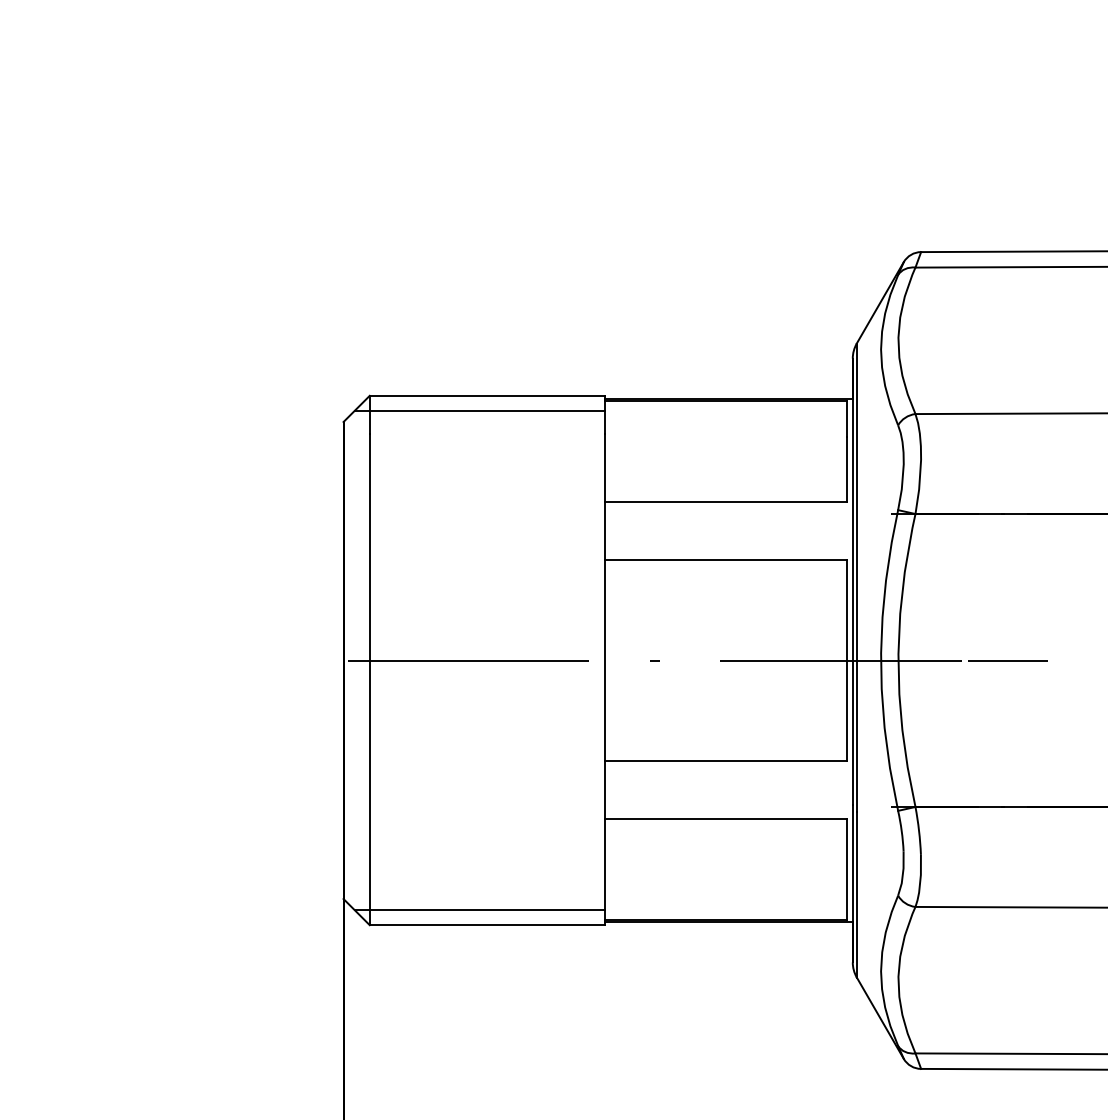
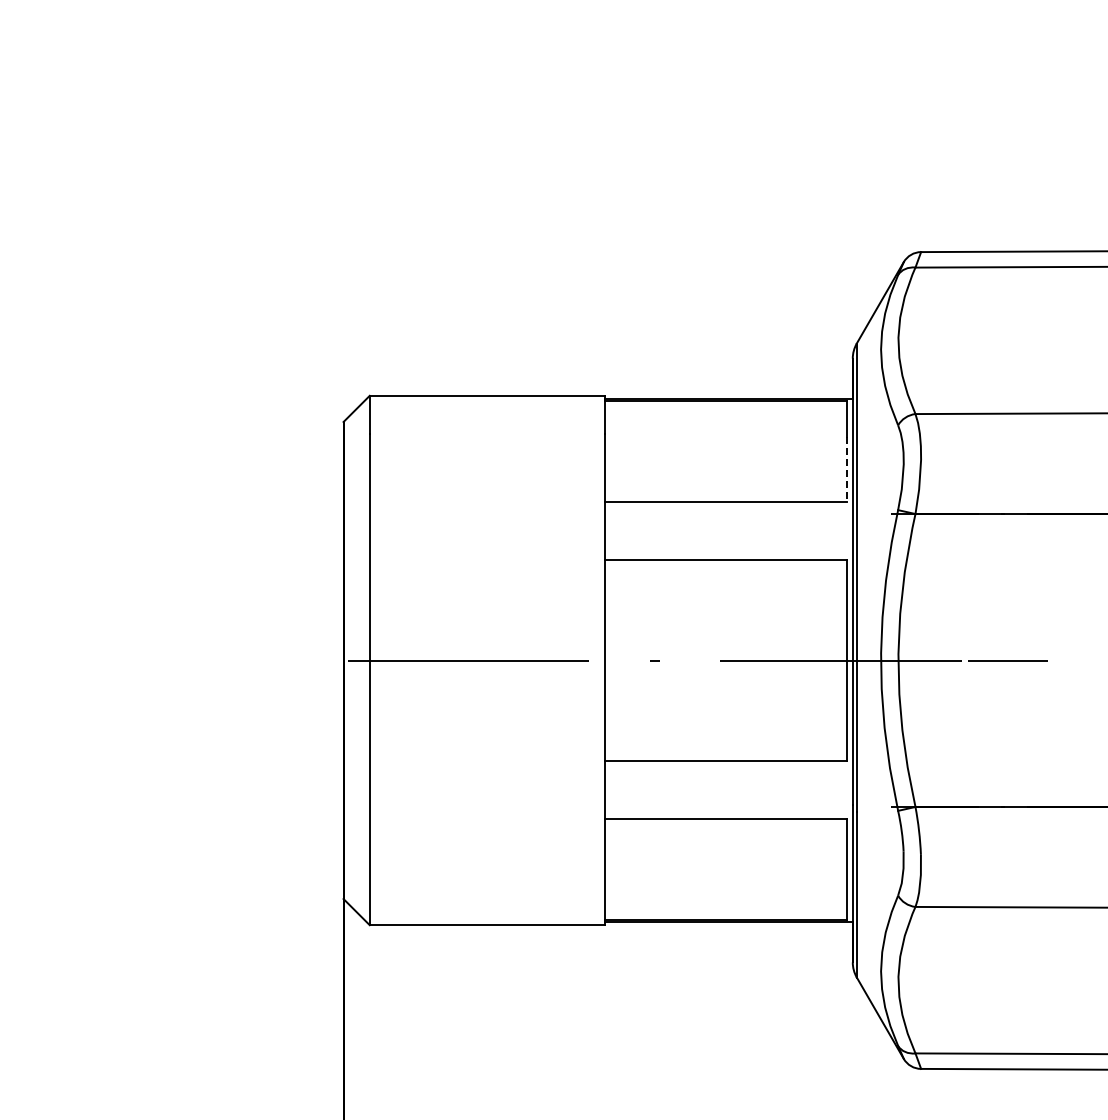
line at (479, 410): present -> none
line at (846, 469): solid -> dashed
line at (479, 910): present -> none
